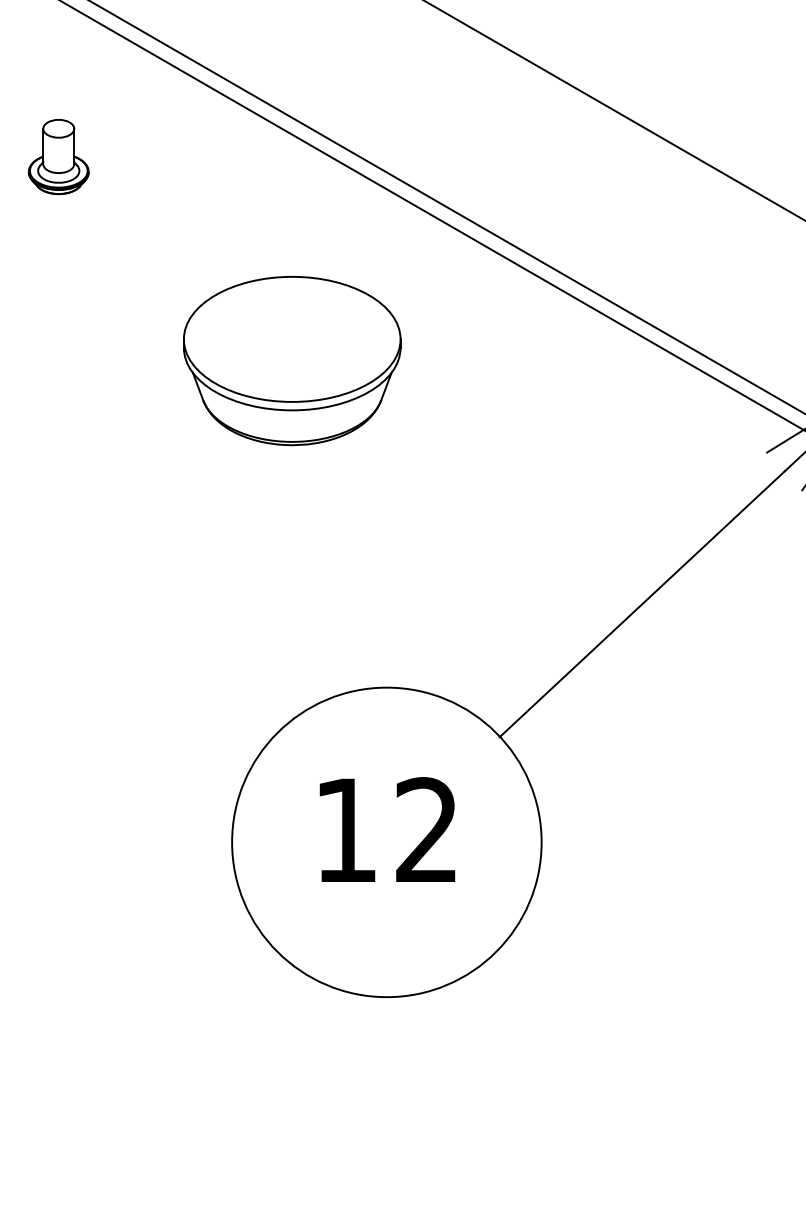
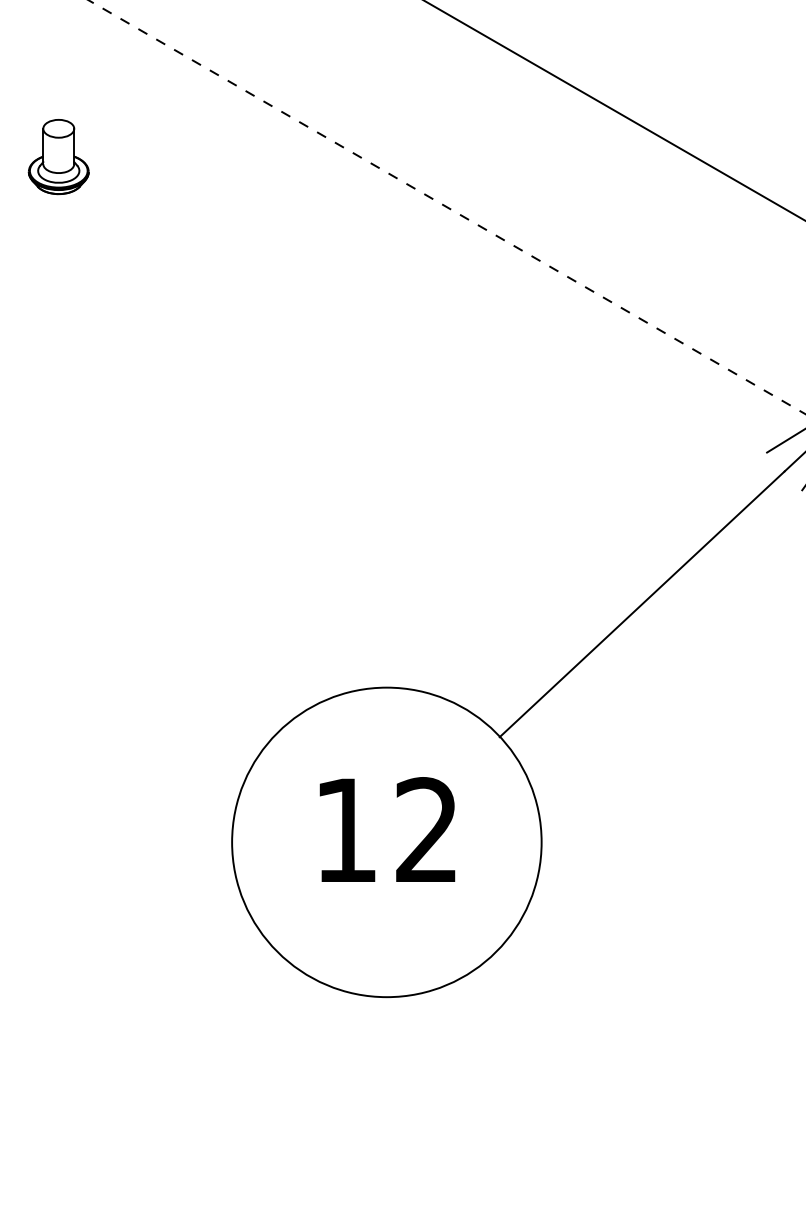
line at (446, 207): solid -> dashed
line at (432, 215): present -> none
part at (292, 361): present -> none
